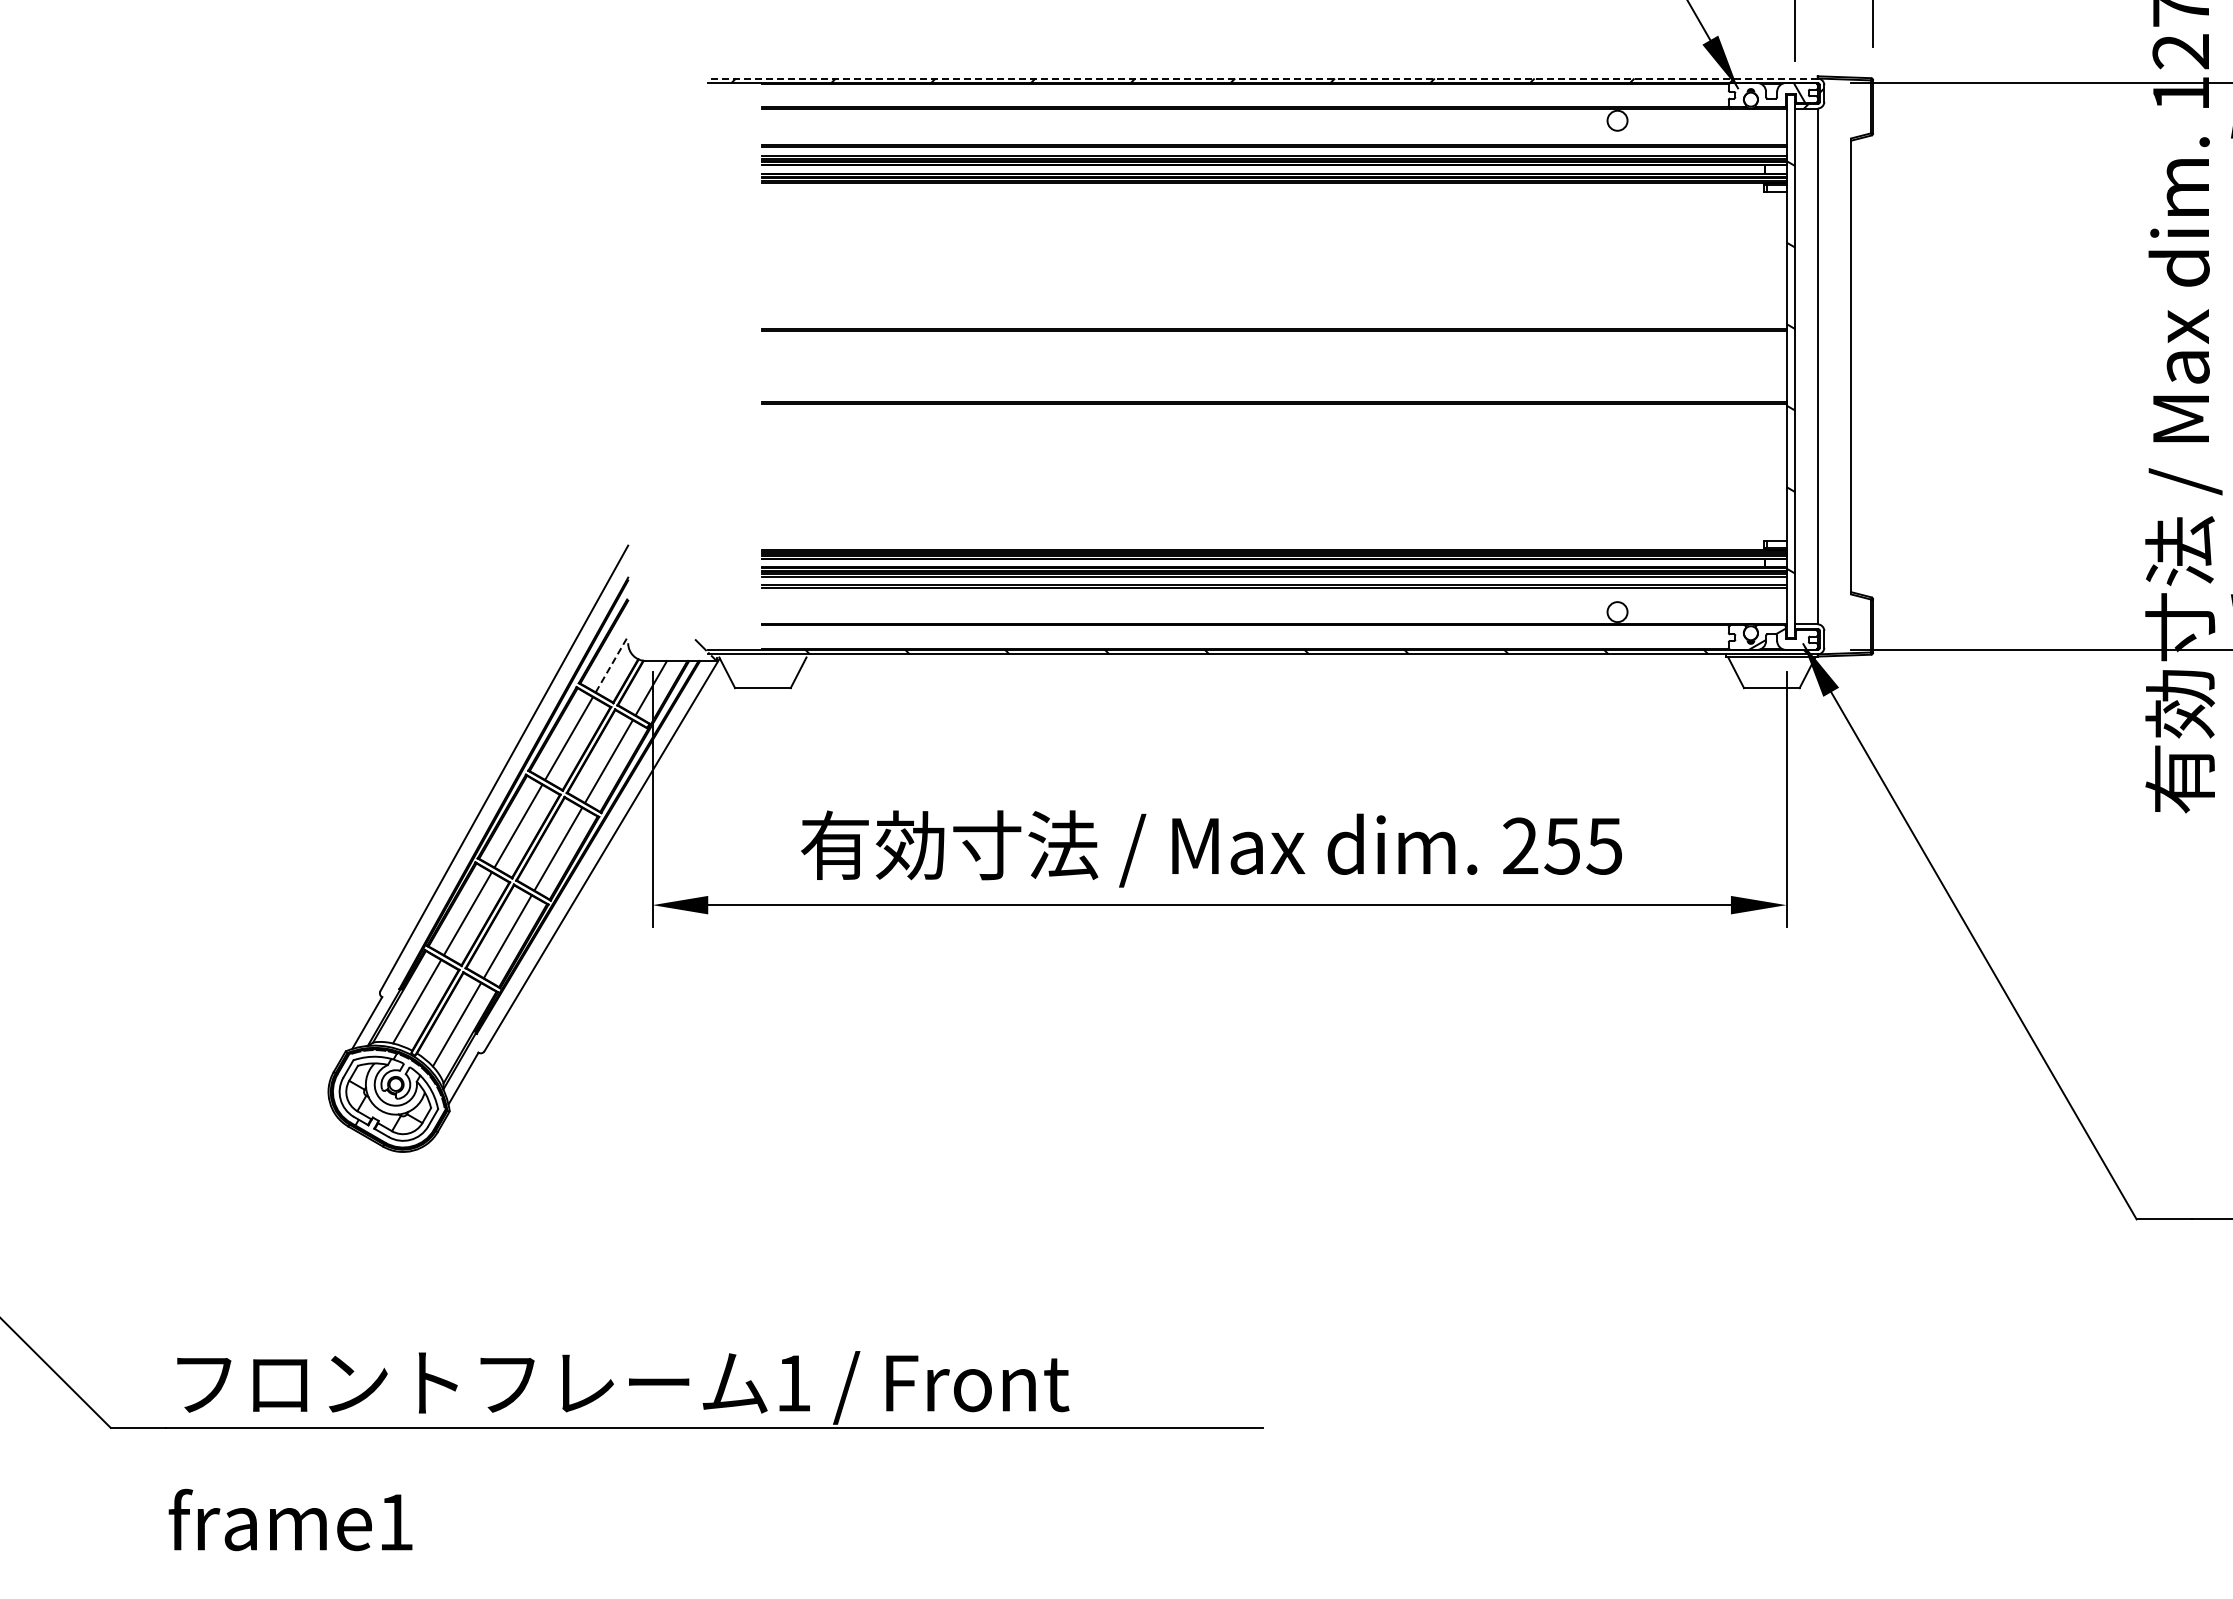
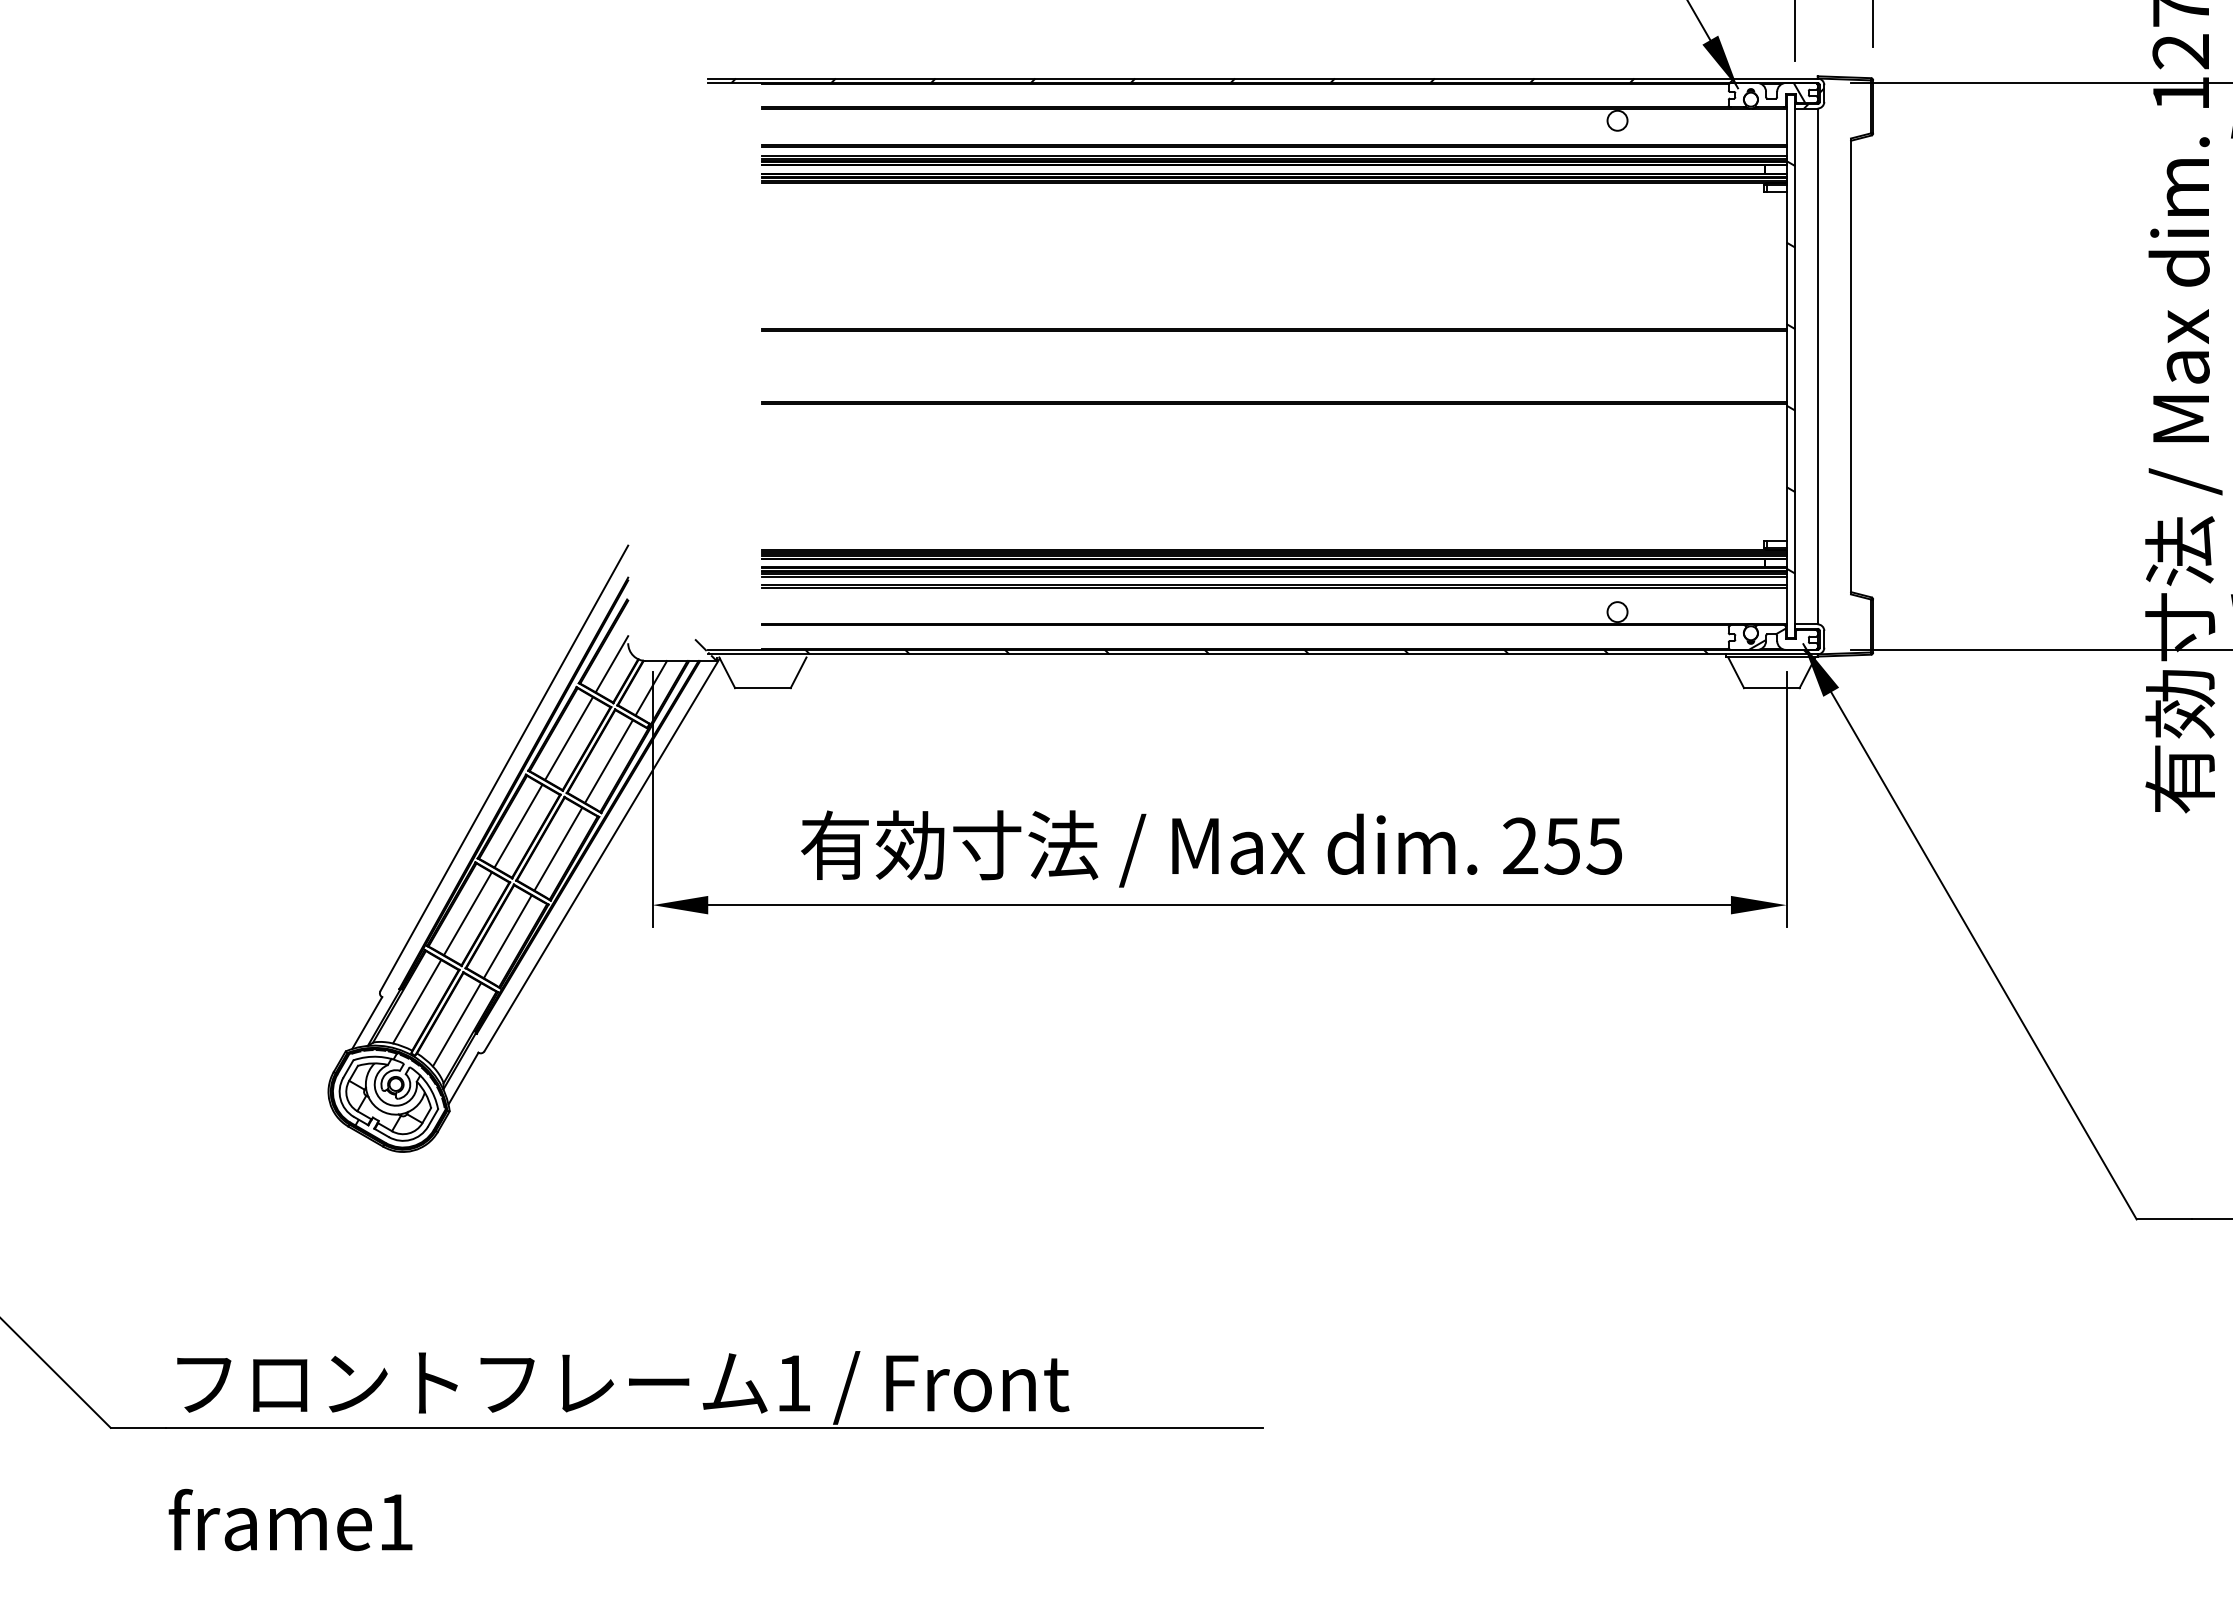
line at (1262, 78): dashed -> solid
line at (612, 663): dashed -> solid
